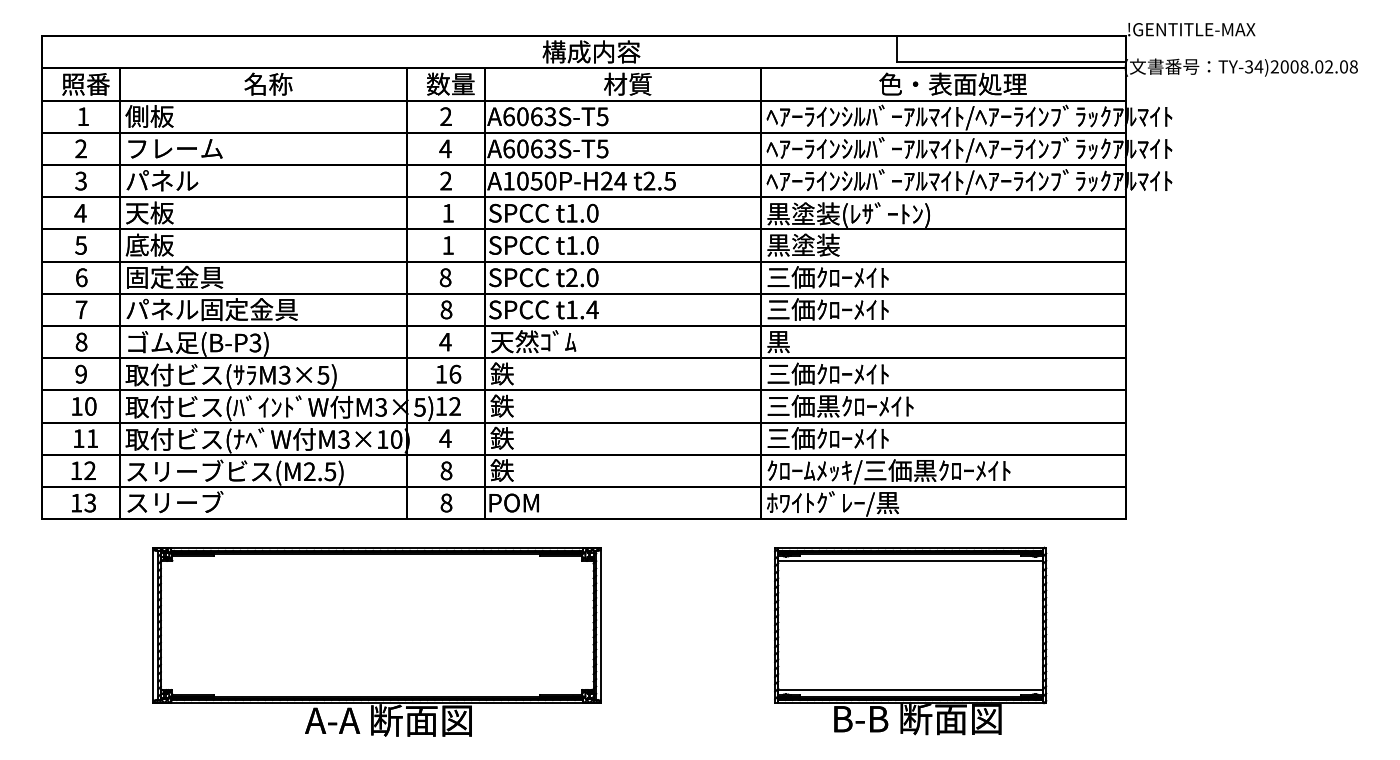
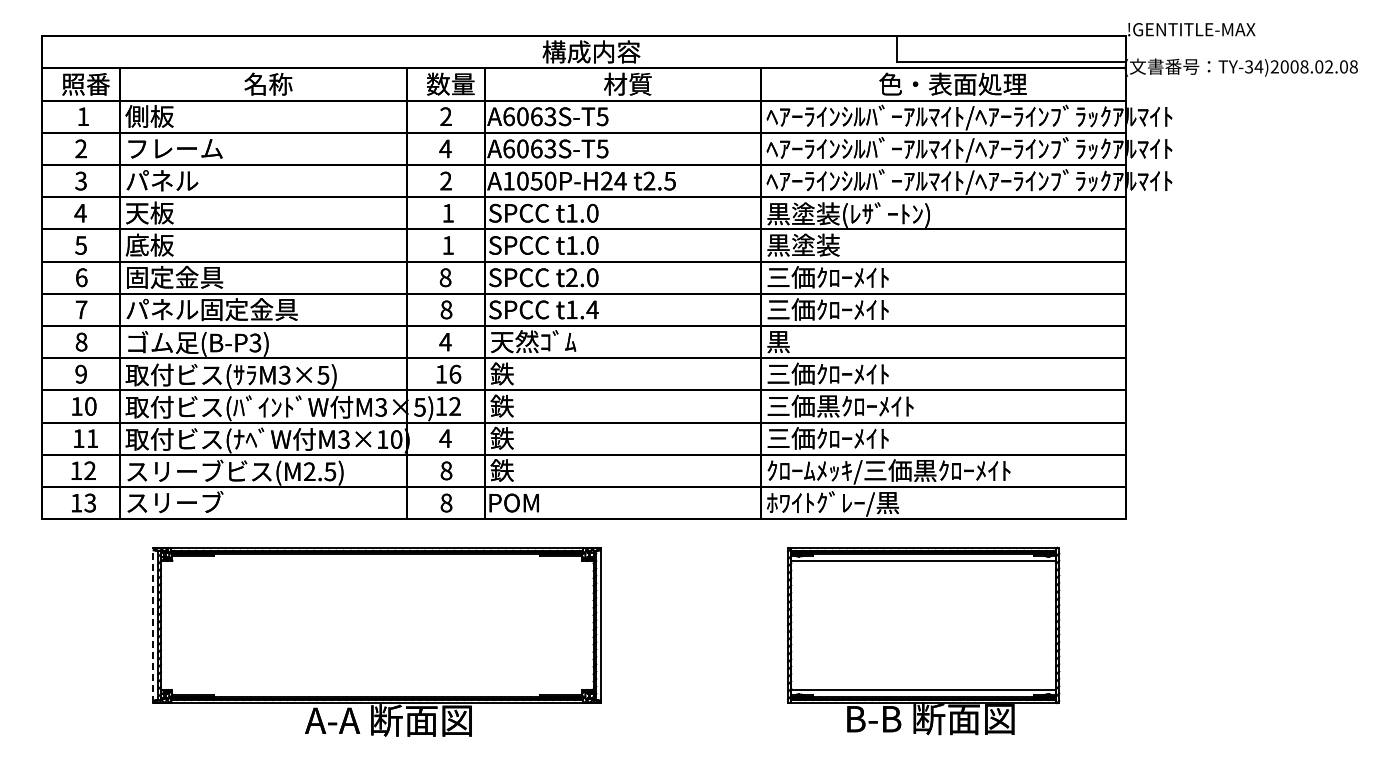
line at (153, 625): solid -> dashed
part at (910, 640) position: (910, 640) -> (923, 640)
